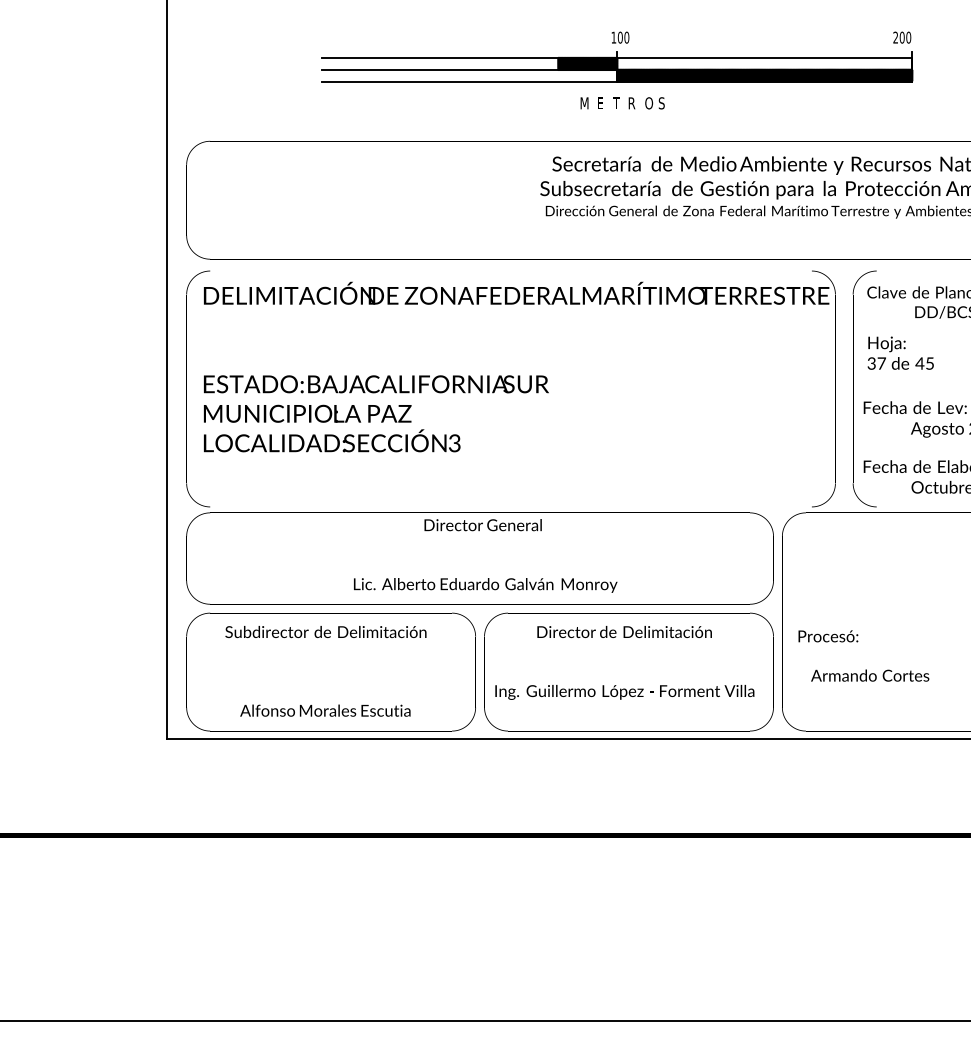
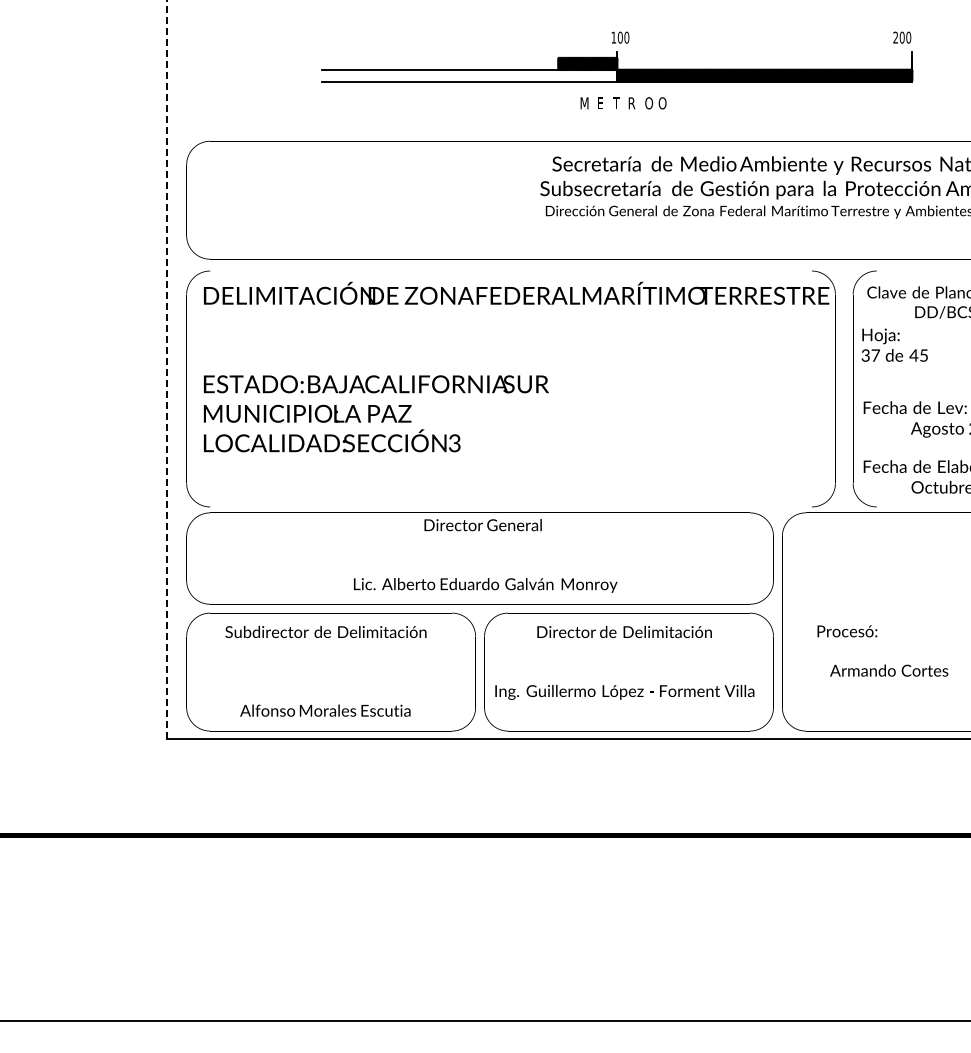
line at (617, 58): present -> none
text at (662, 103): S -> O
text at (900, 352) position: (900, 352) -> (894, 344)
line at (167, 369): solid -> dashed
text at (863, 655) position: (863, 655) -> (882, 650)
